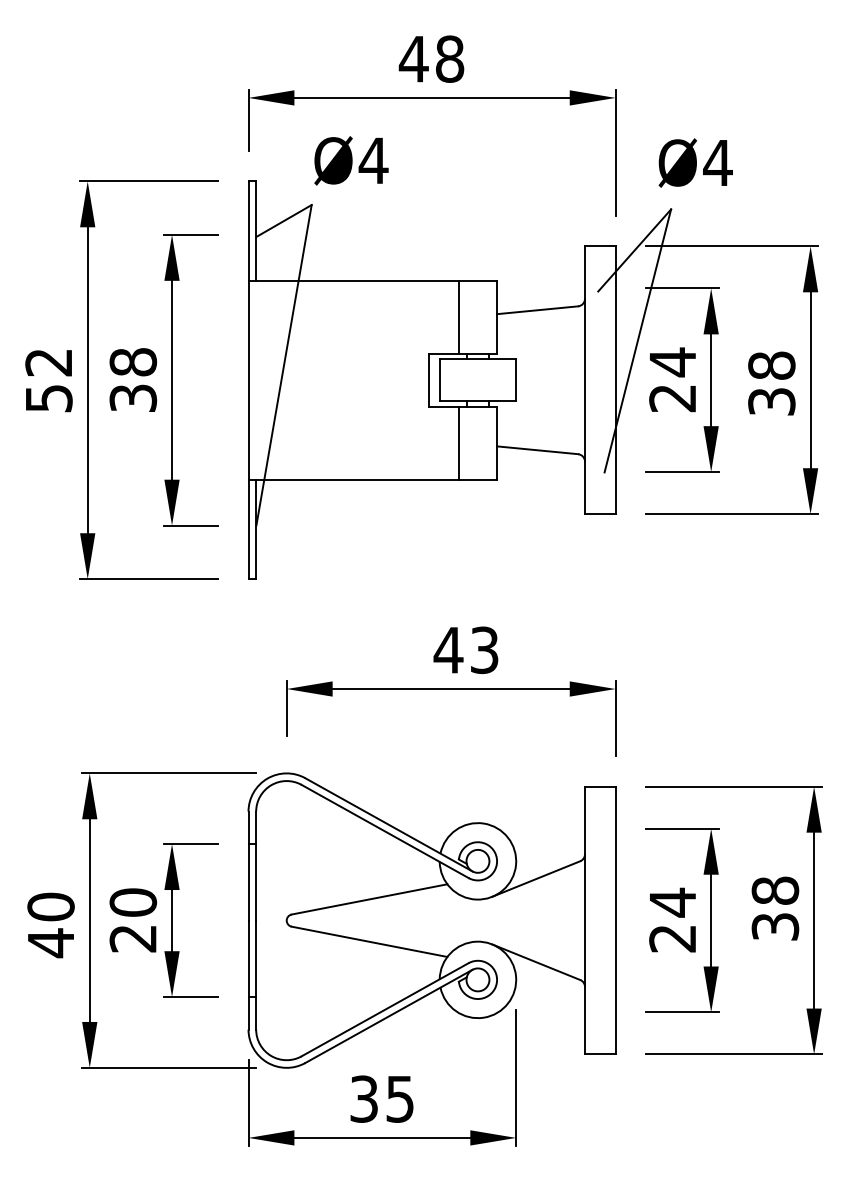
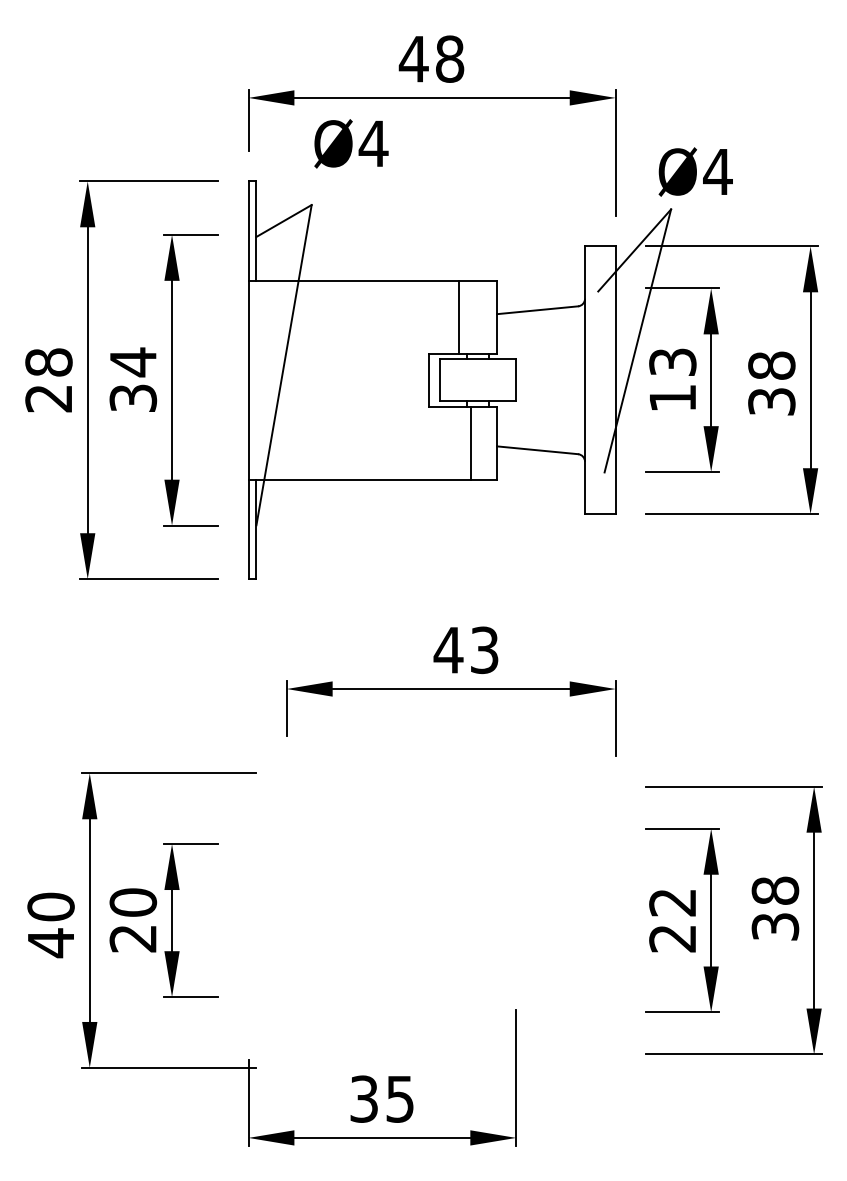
text at (351, 160) position: (351, 160) -> (351, 143)
text at (695, 162) position: (695, 162) -> (695, 171)
text at (133, 362): 38 -> 34
text at (672, 379): 24 -> 13
text at (48, 380): 52 -> 28
line at (458, 443) position: (458, 443) -> (470, 443)
text at (672, 902): 24 -> 22
part at (431, 920): present -> none
